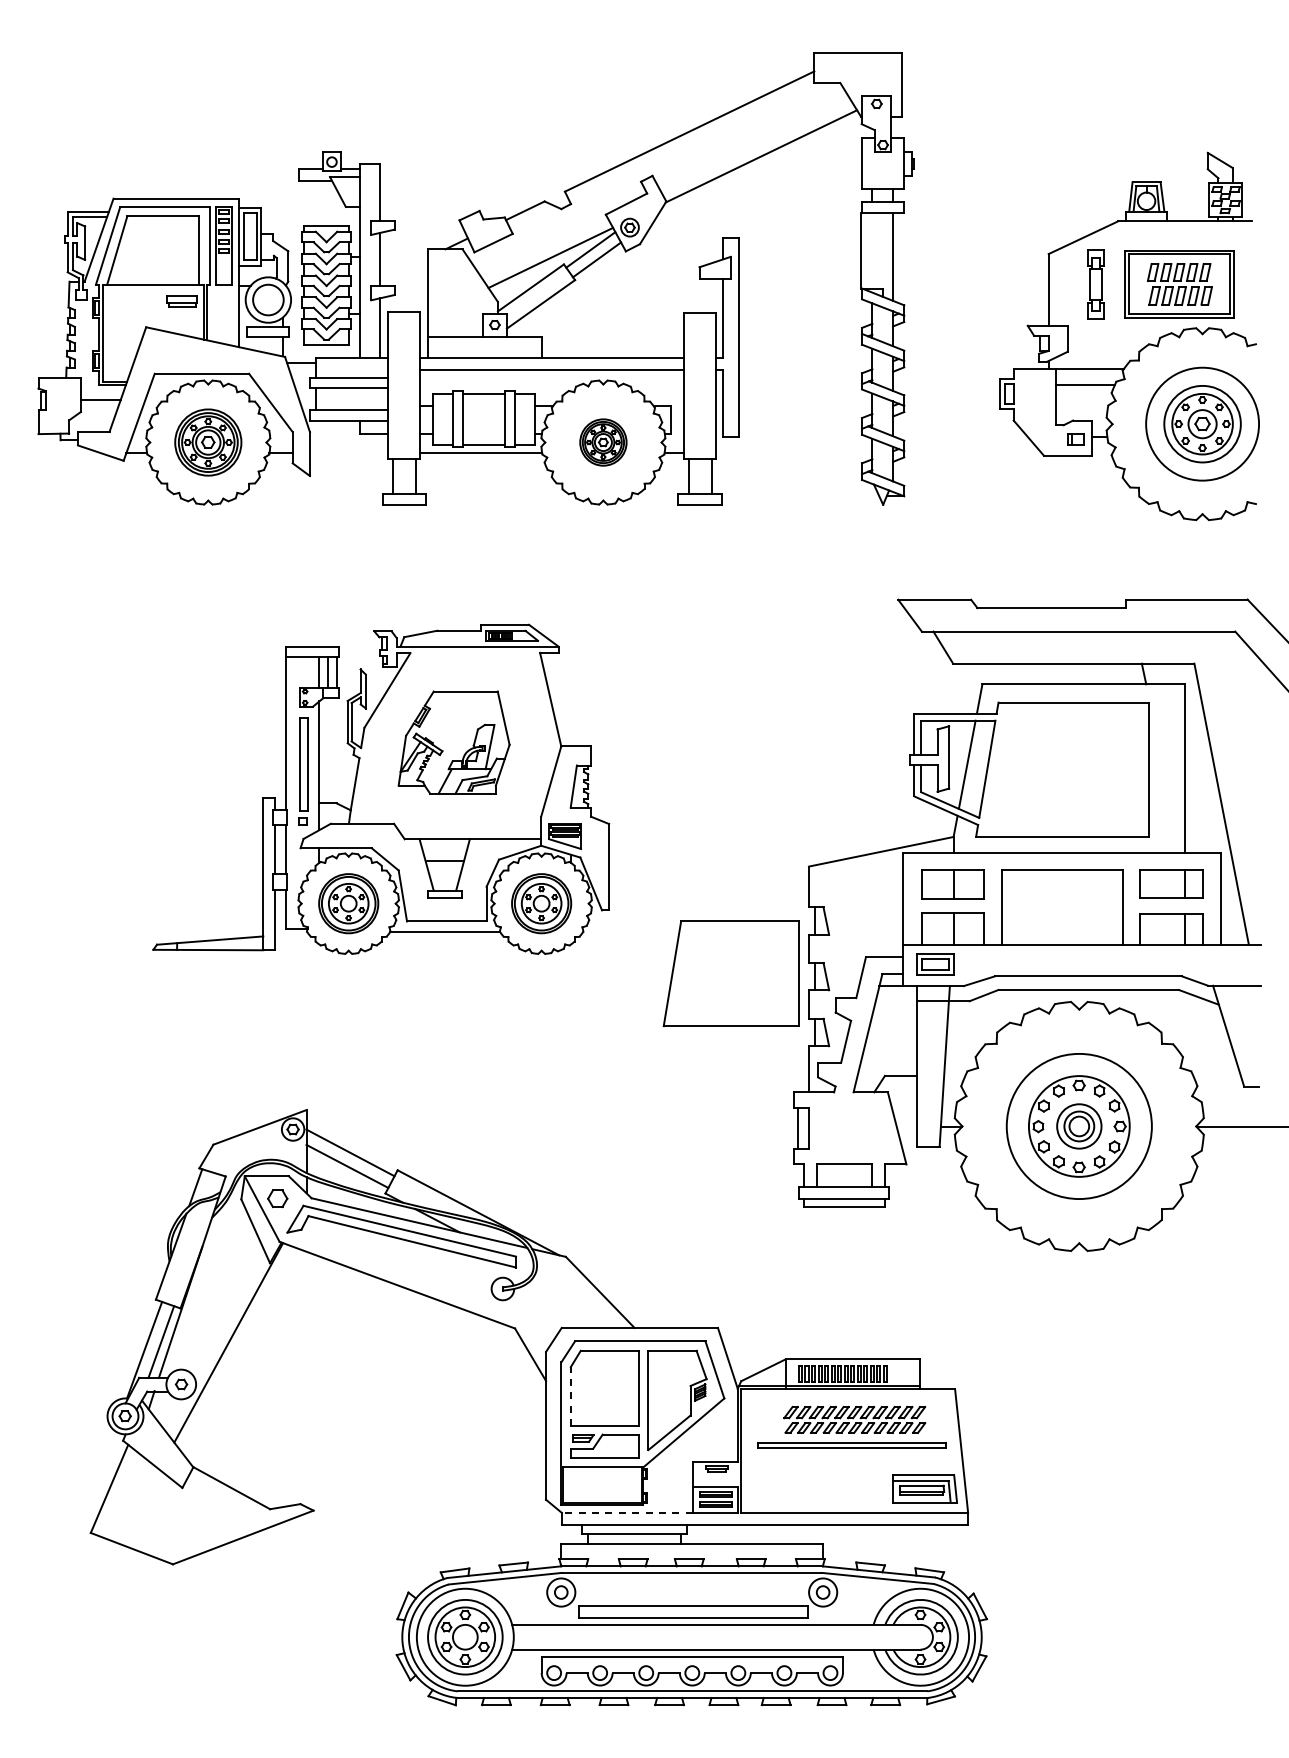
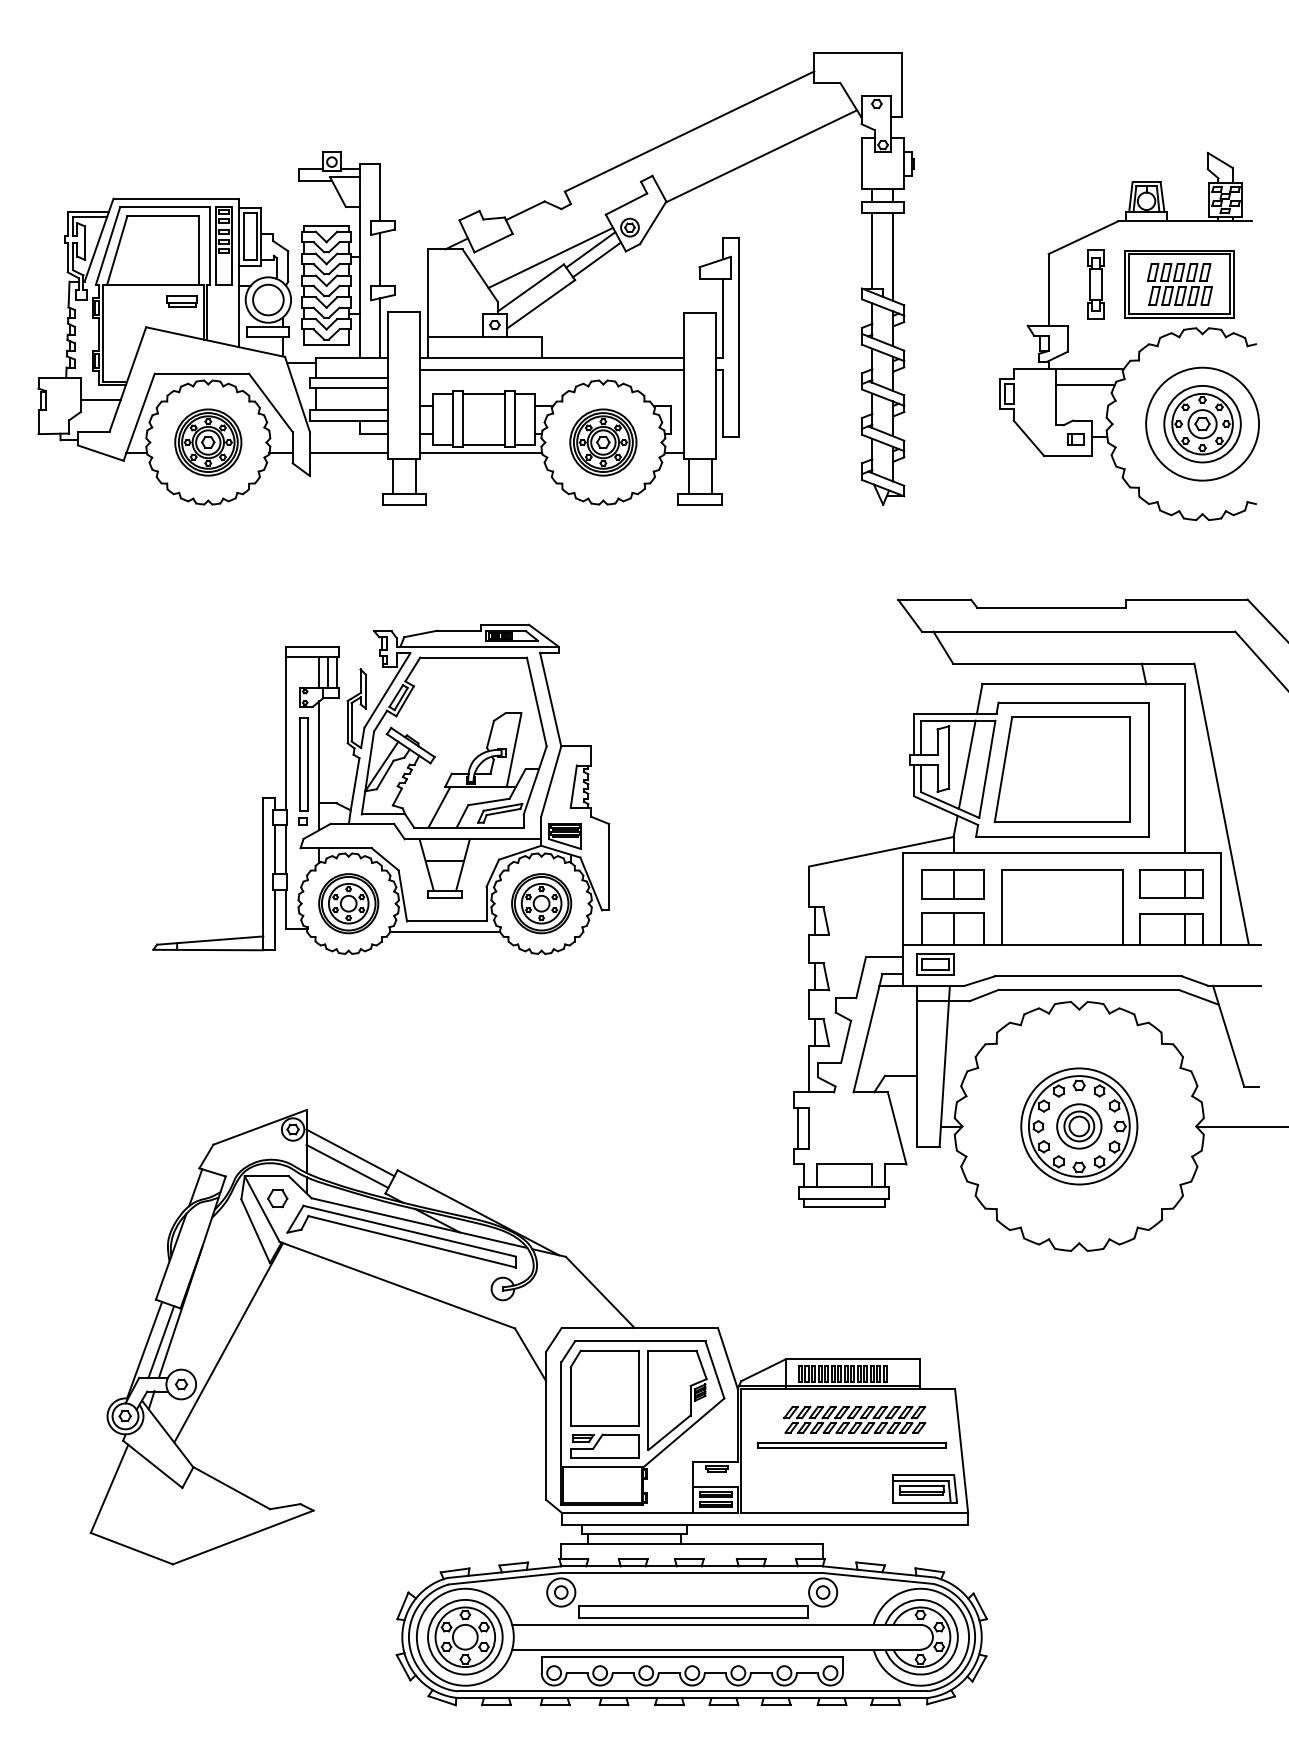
line at (861, 250) position: (861, 250) -> (872, 250)
part at (603, 442) size: 49x49 px -> 69x69 px
line at (348, 453): none -> present
part at (453, 742) size: 114x105 px -> 188x173 px
part at (730, 973) position: (730, 973) -> (1061, 769)
circle at (1078, 1126) diameter: 145 px -> 116 px
line at (570, 1396): dashed -> solid
line at (626, 1512): dashed -> solid
